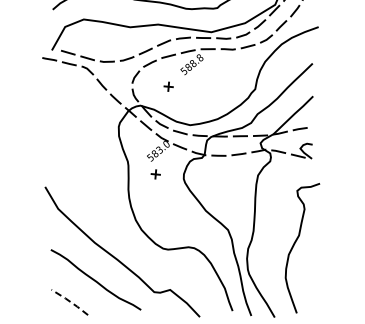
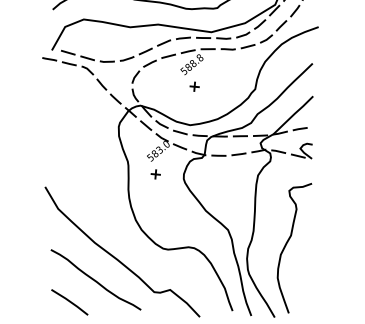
part at (168, 86) position: (168, 86) -> (194, 86)
curve at (296, 242) position: (296, 242) -> (288, 242)
line at (70, 301): dashed -> solid
